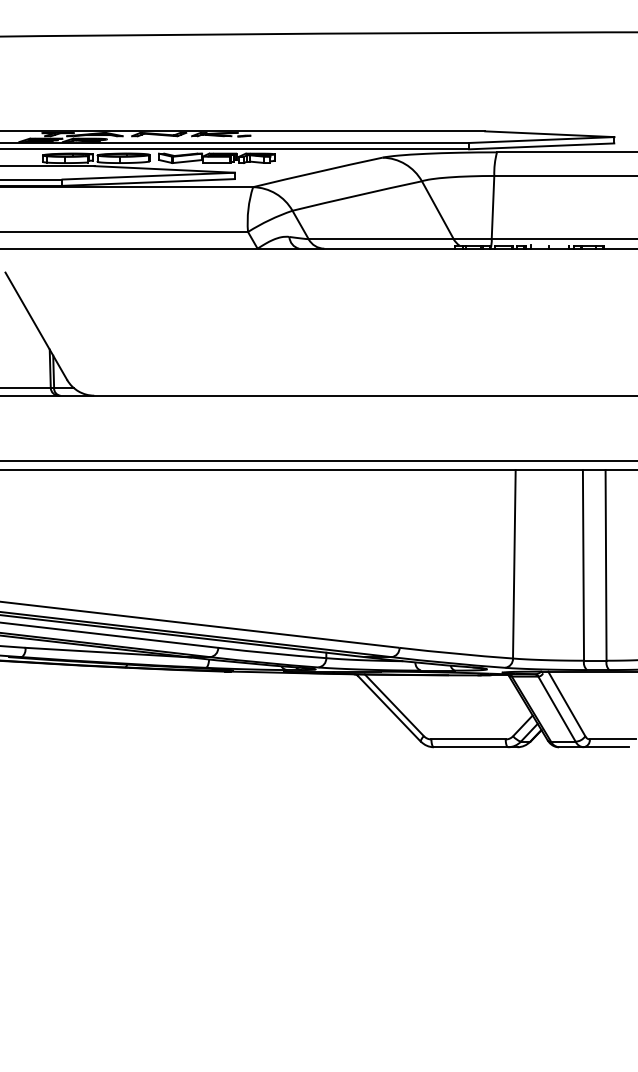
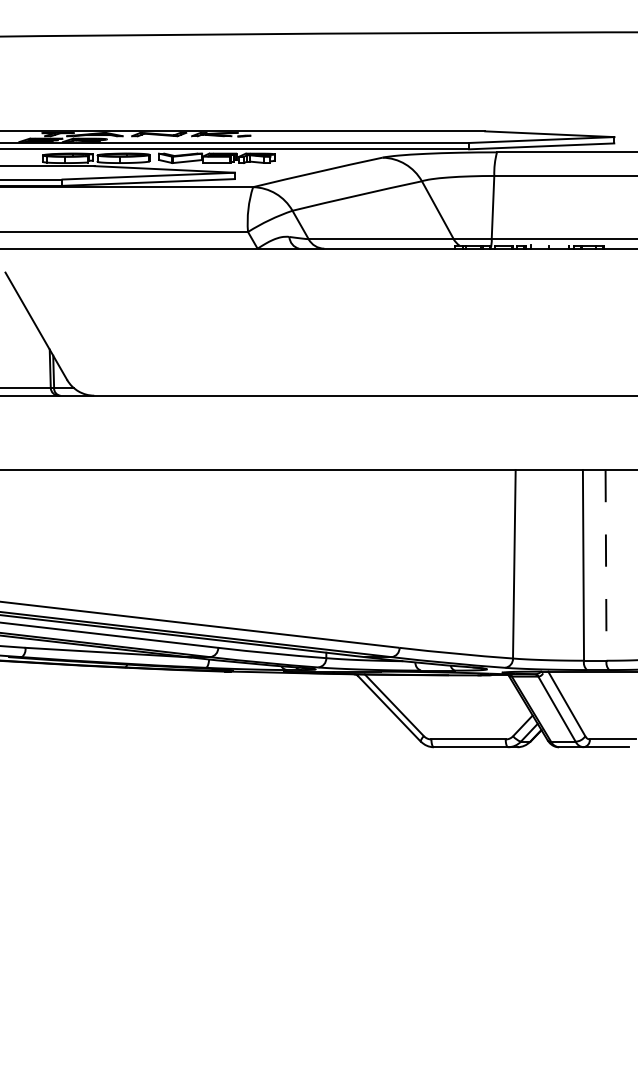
line at (318, 460): present -> none
line at (606, 565): solid -> dashed
